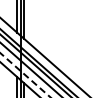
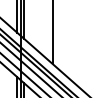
line at (52, 32): none -> present
line at (25, 75): dashed -> solid
